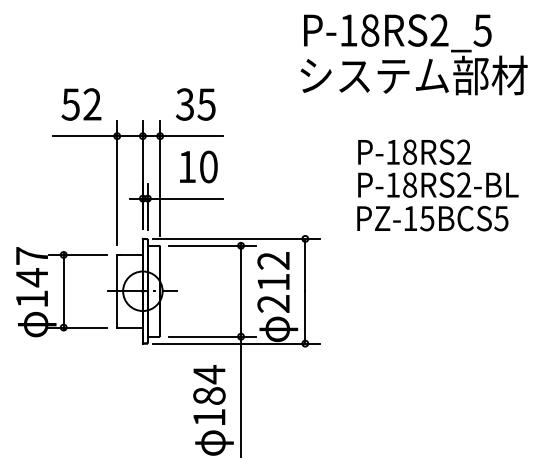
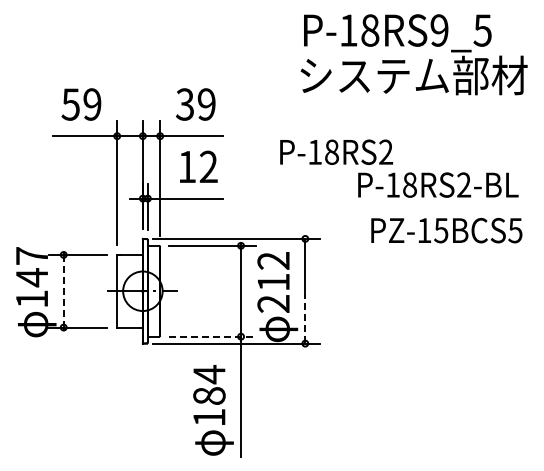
text at (439, 30): P-18RS2_5 -> P-18RS9_5
text at (92, 104): 52 -> 59
text at (206, 104): 35 -> 39
text at (414, 151) position: (414, 151) -> (336, 151)
text at (208, 166): 10 -> 12
text at (432, 218) position: (432, 218) -> (446, 230)
line at (63, 291): solid -> dashed
line at (305, 316): solid -> dashed
line at (212, 336): solid -> dashed
